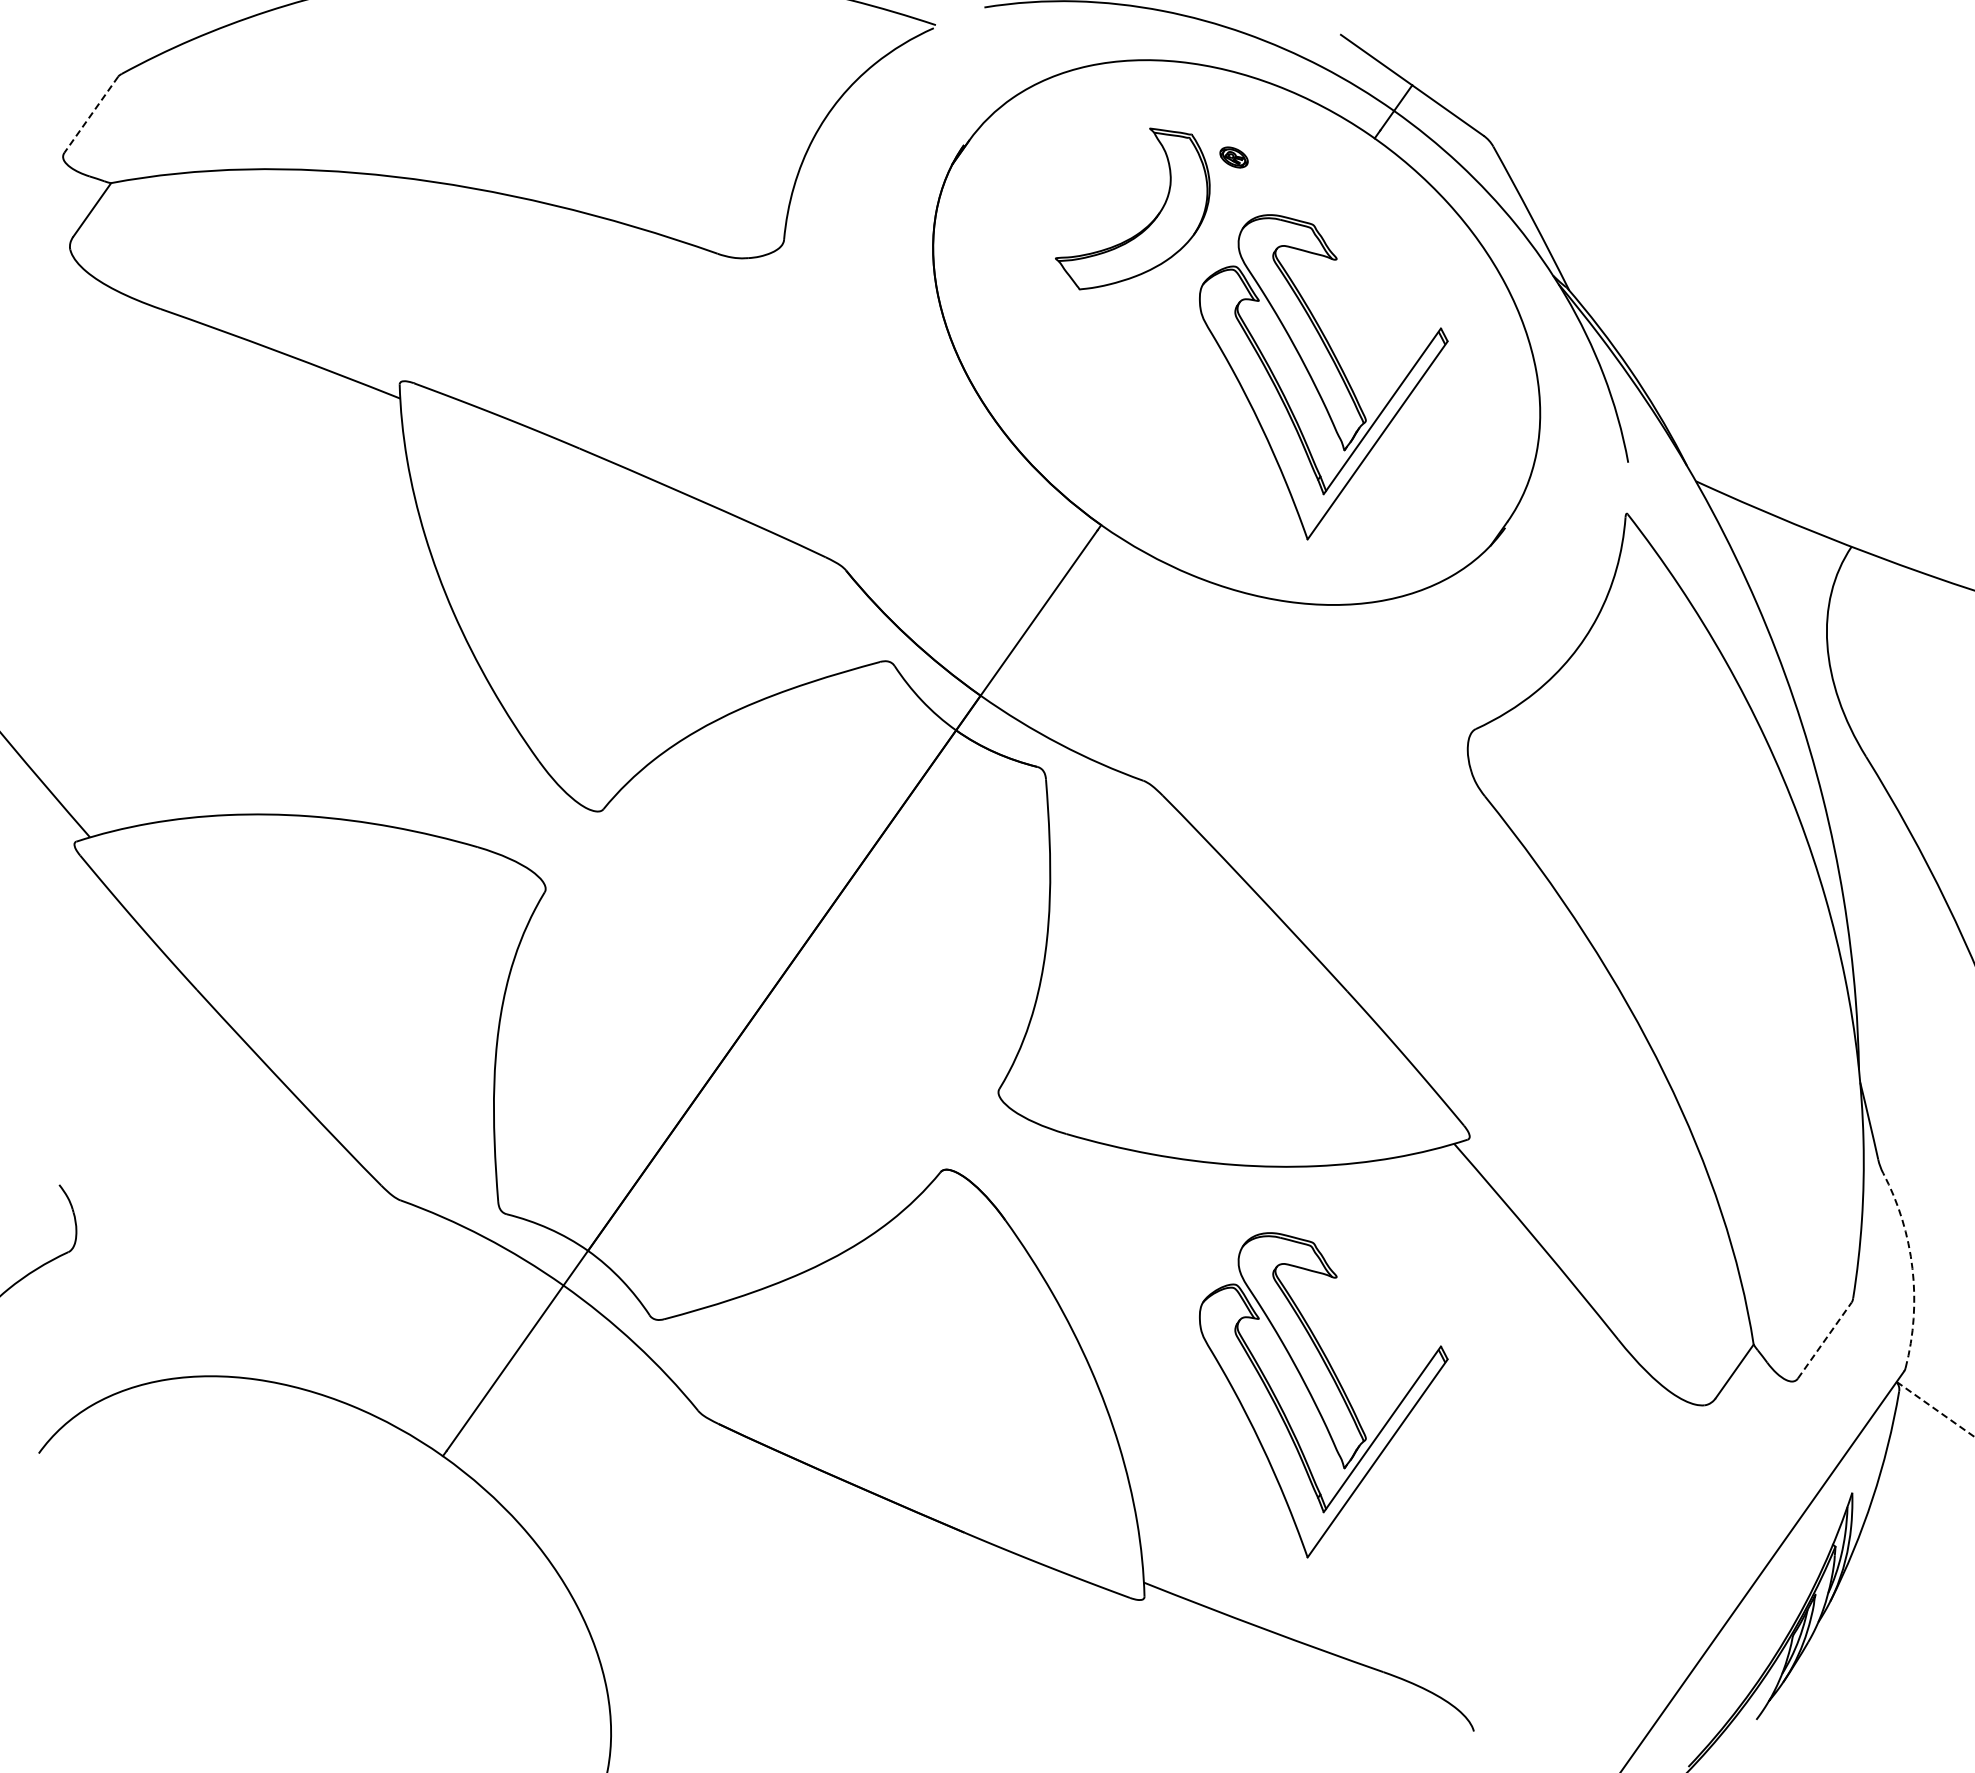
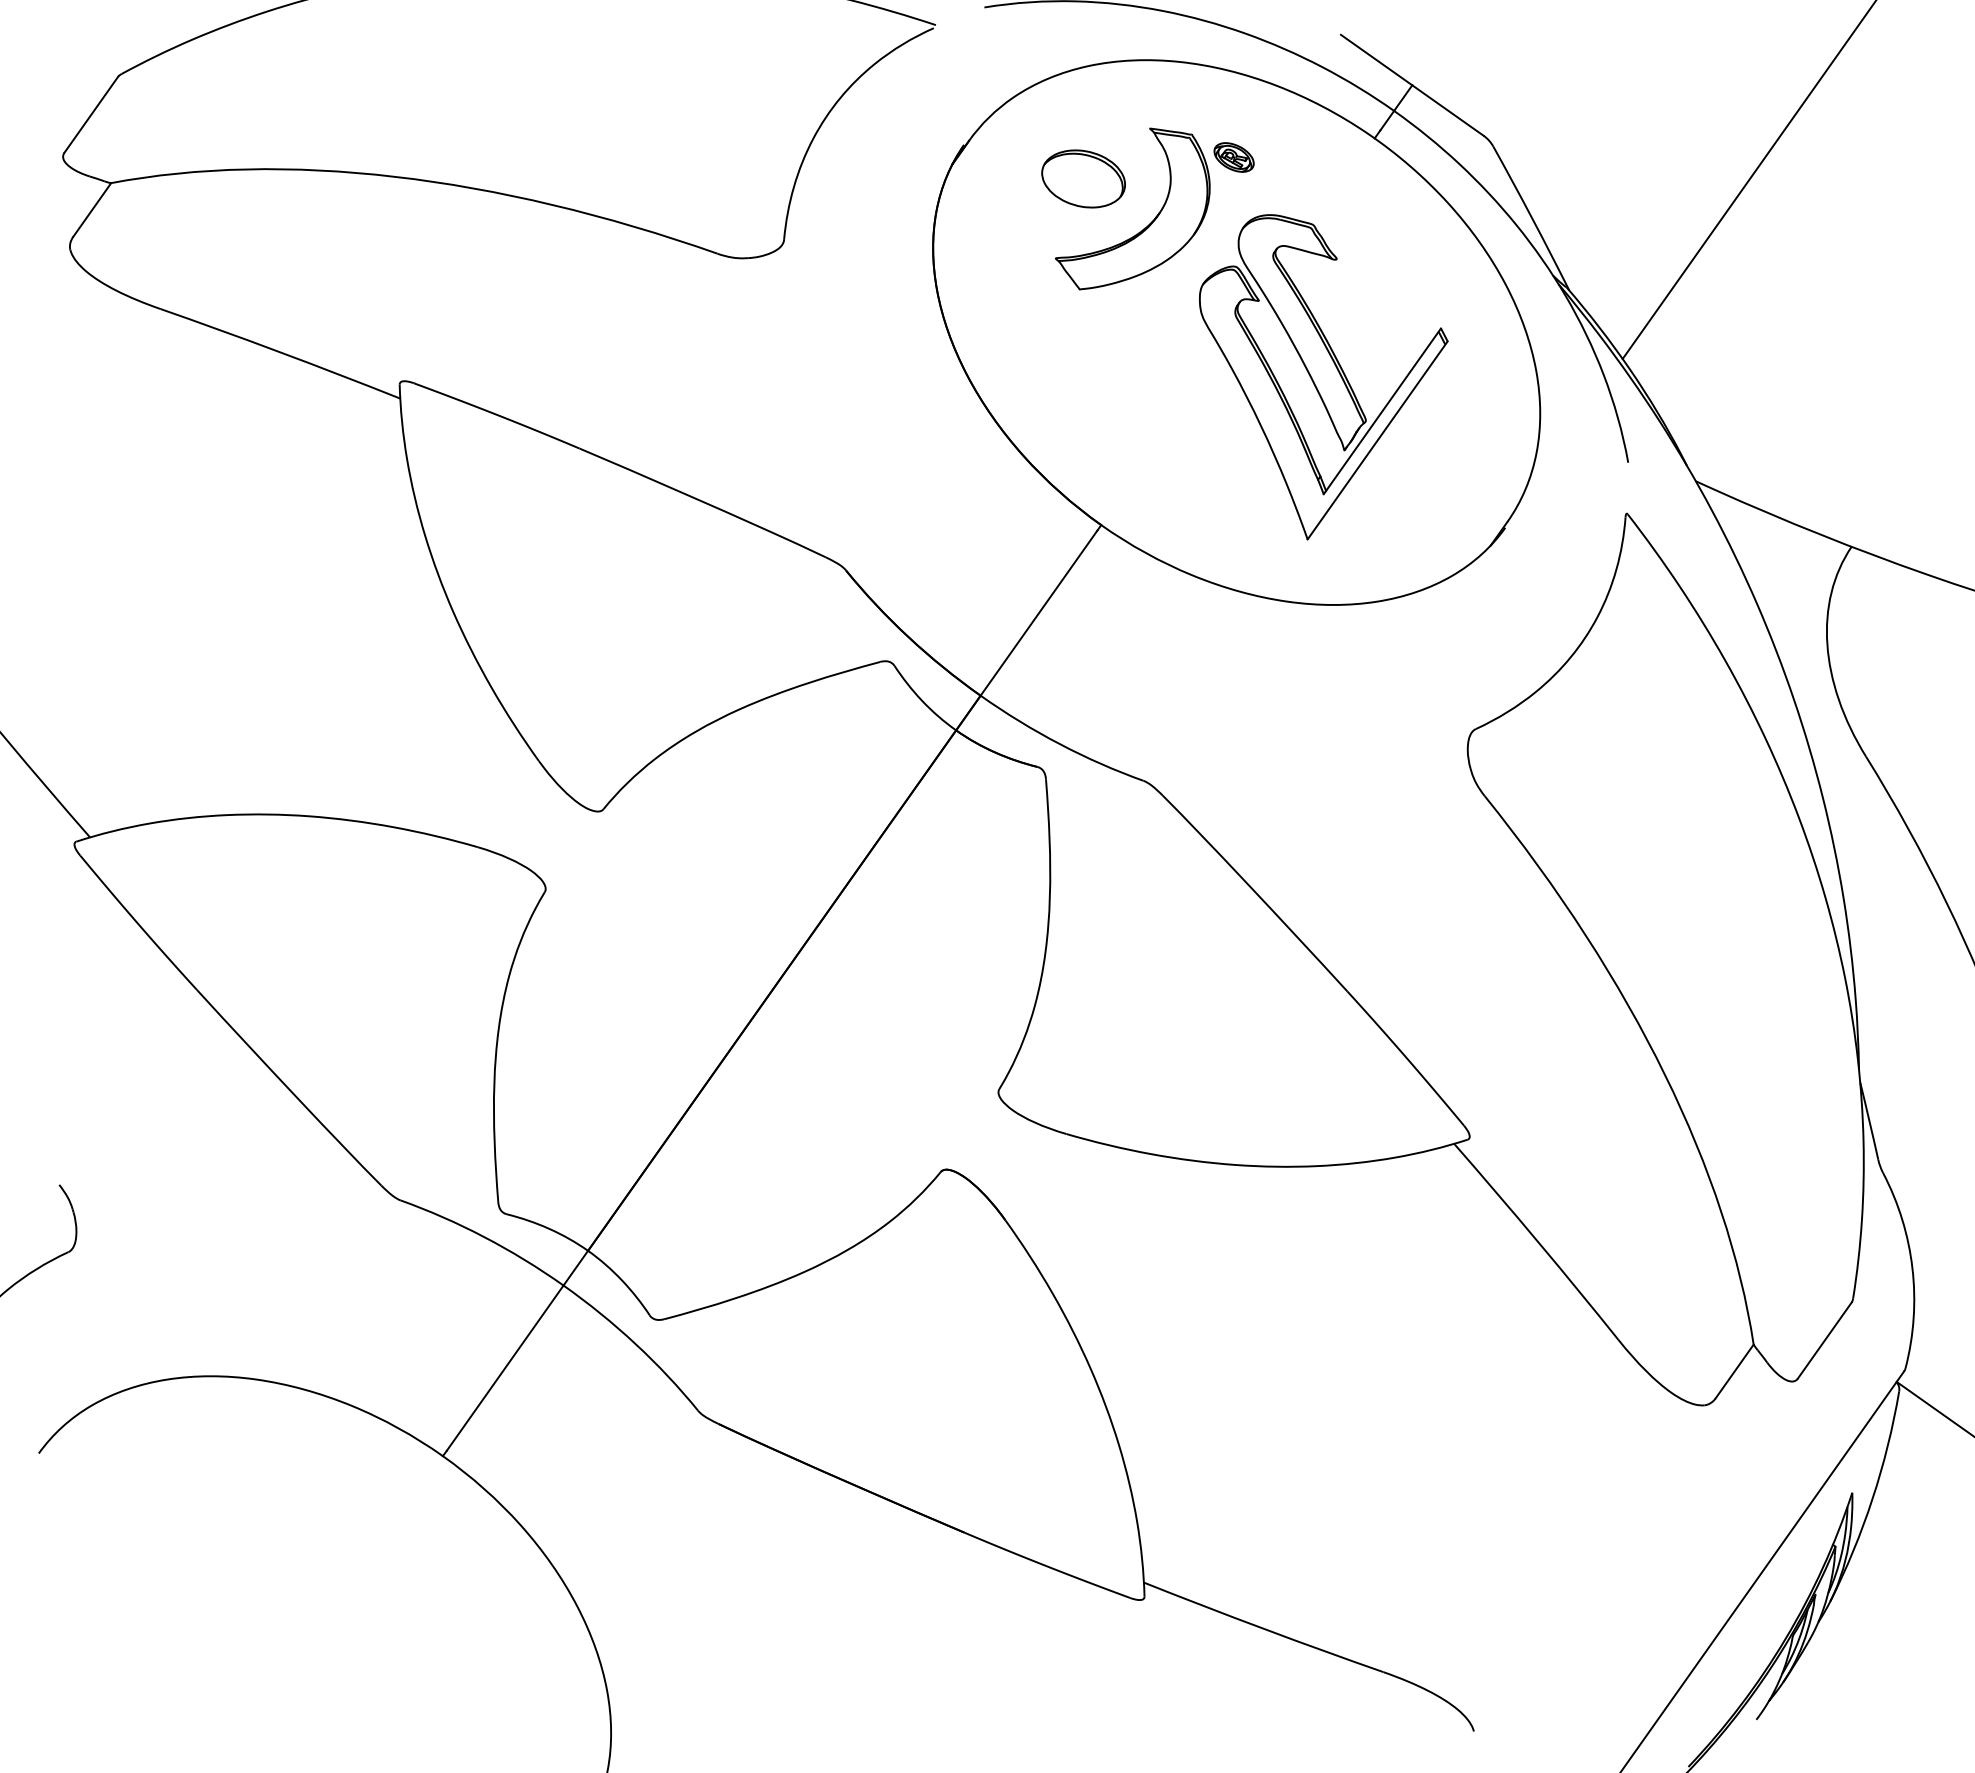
line at (91, 114): dashed -> solid
part at (1233, 157) size: 30x23 px -> 42x31 px
part at (1083, 178): none -> present
line at (1748, 180): none -> present
arc at (1912, 1268): dashed -> solid
line at (1824, 1340): dashed -> solid
part at (1323, 1395): present -> none
line at (1935, 1409): dashed -> solid
